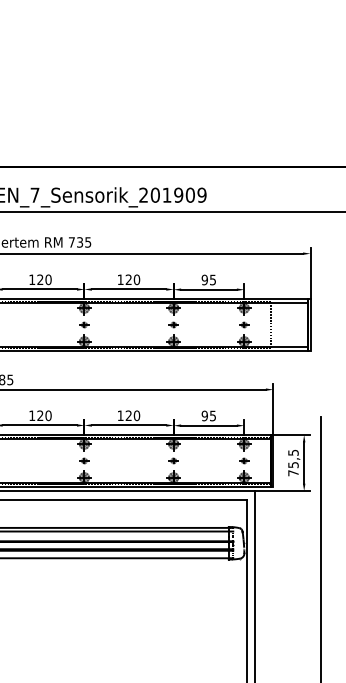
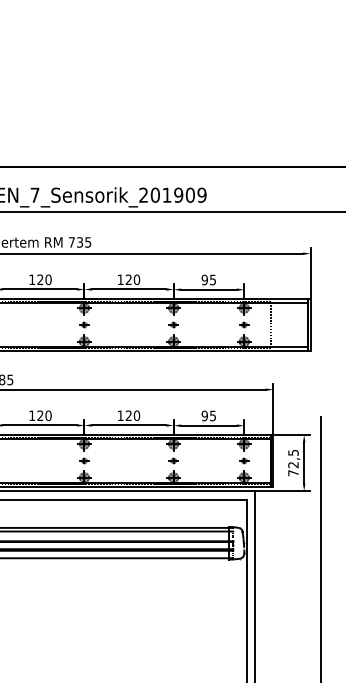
text at (293, 465): 75,5 -> 72,5
